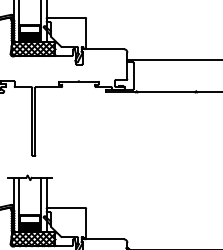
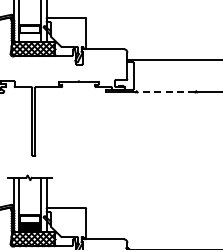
fill at (30, 37): present -> none
line at (166, 92): solid -> dashed
